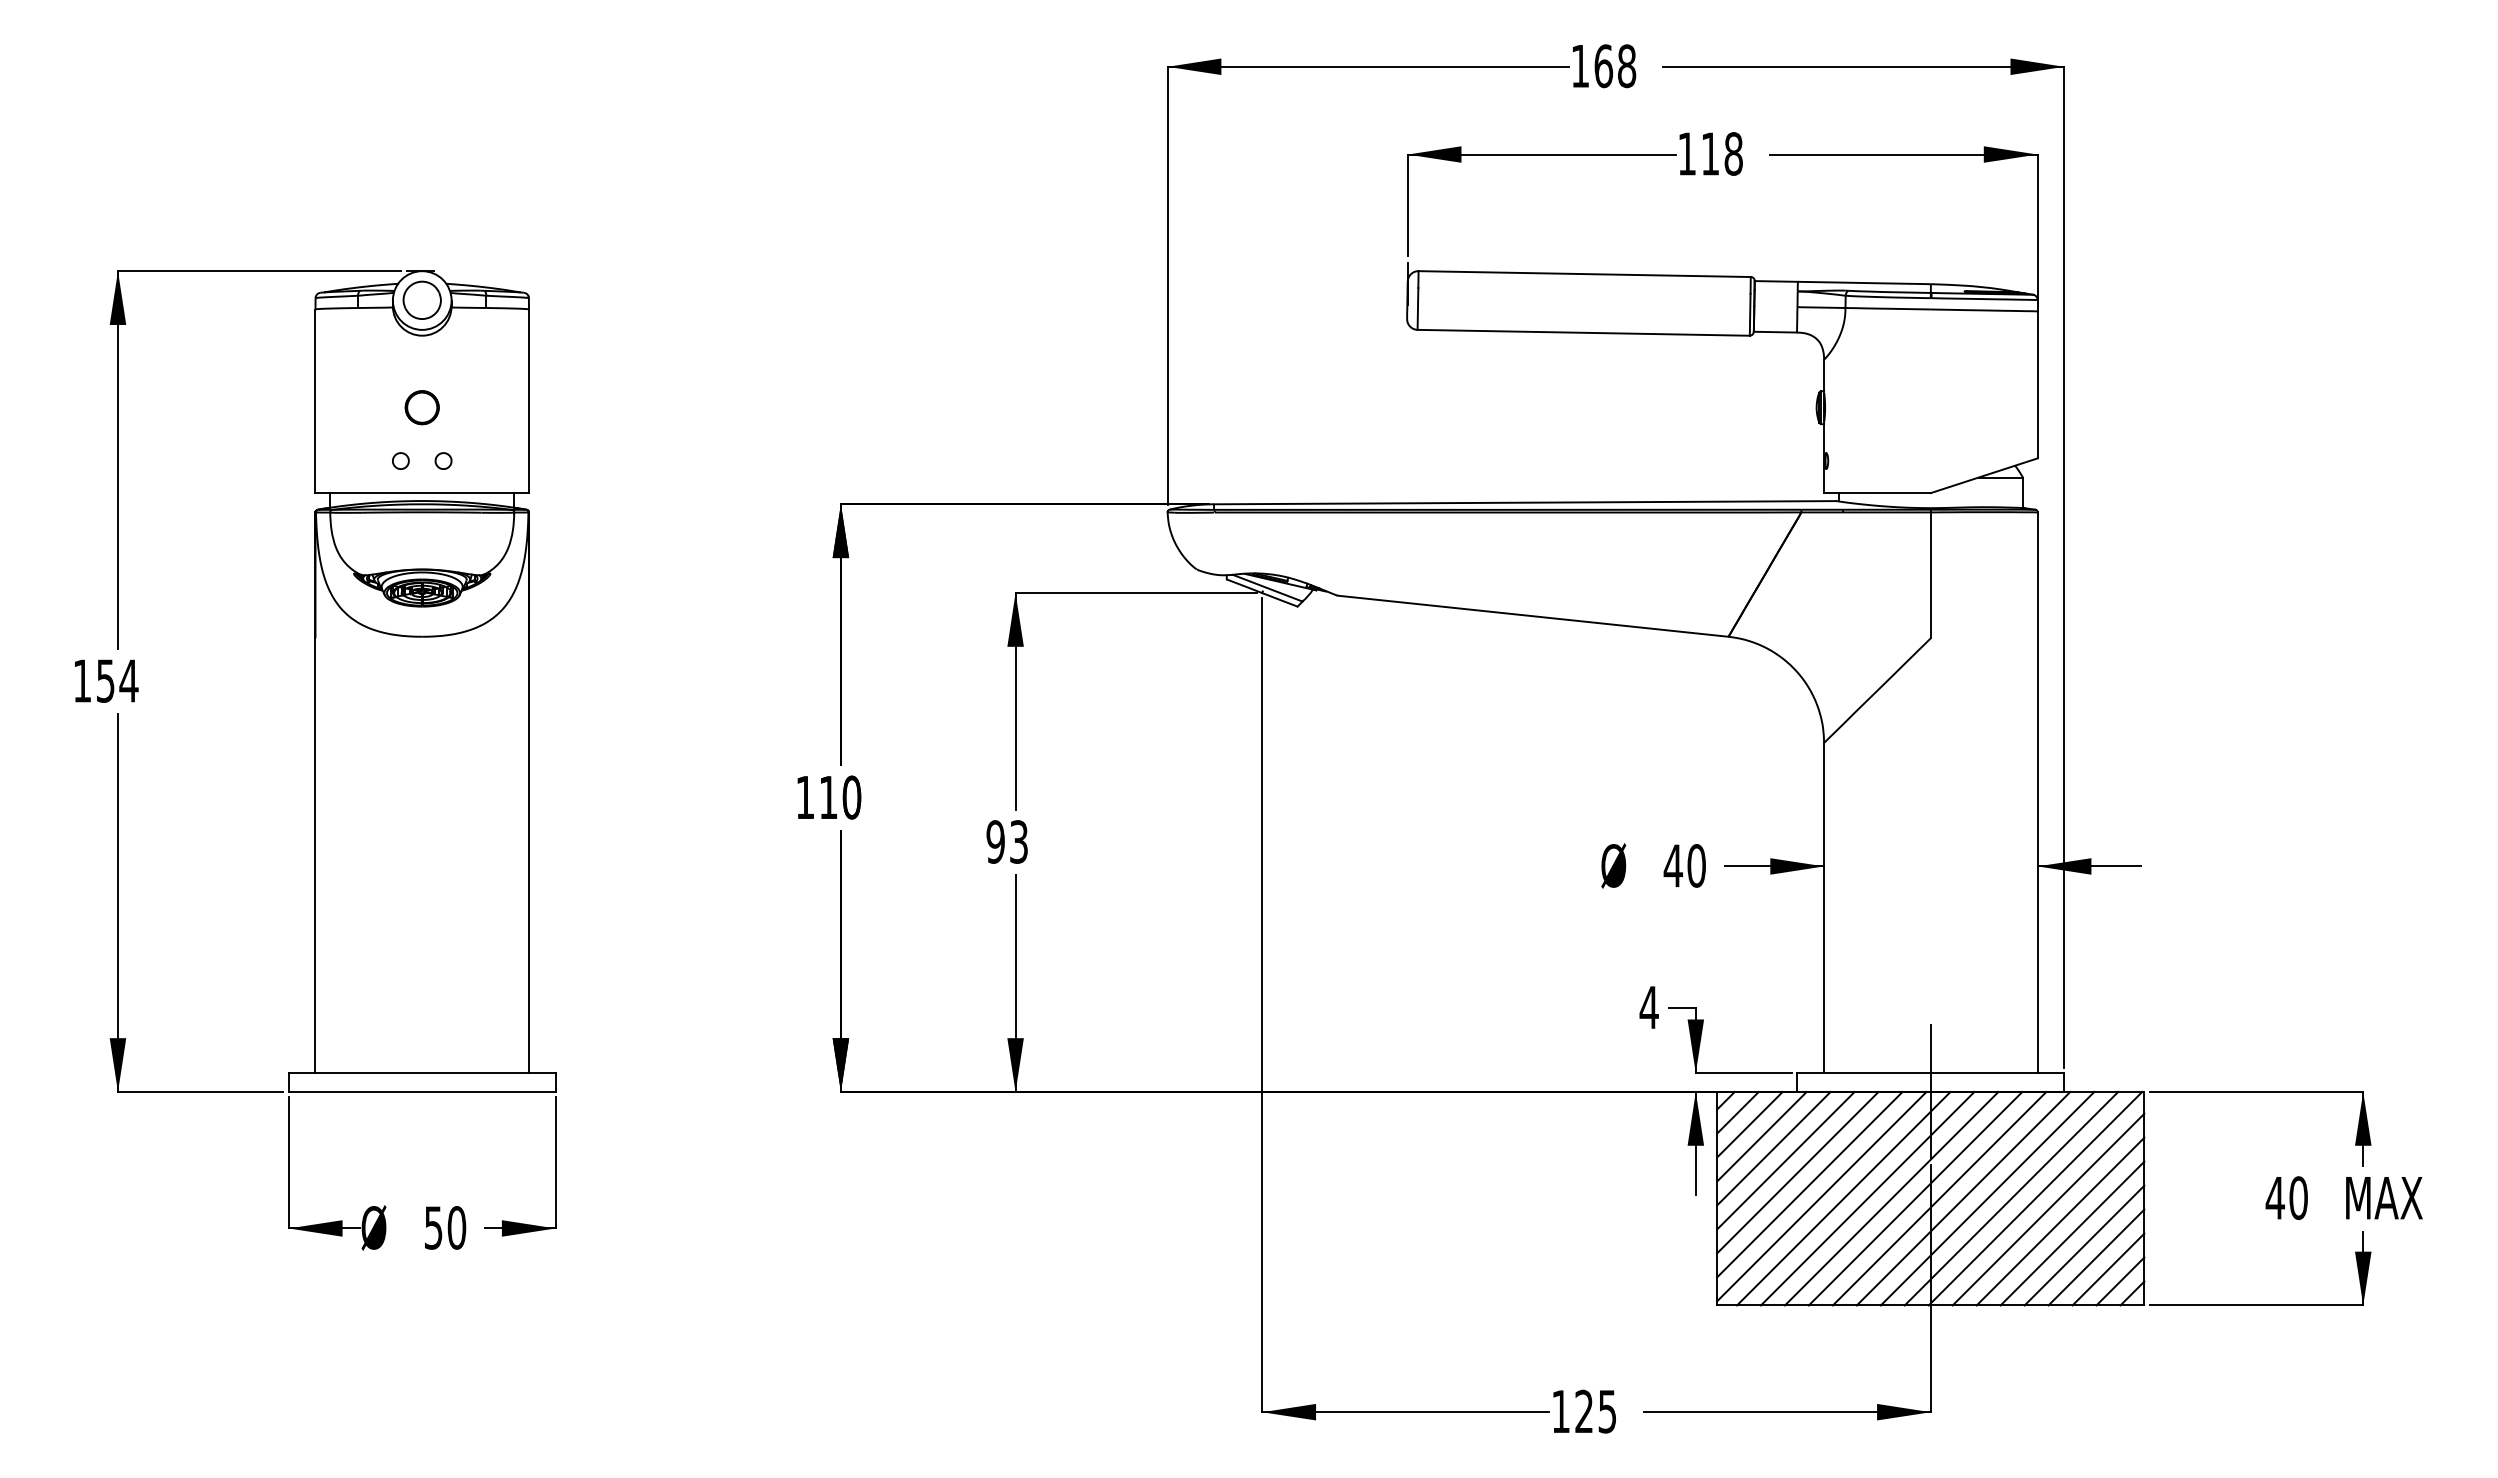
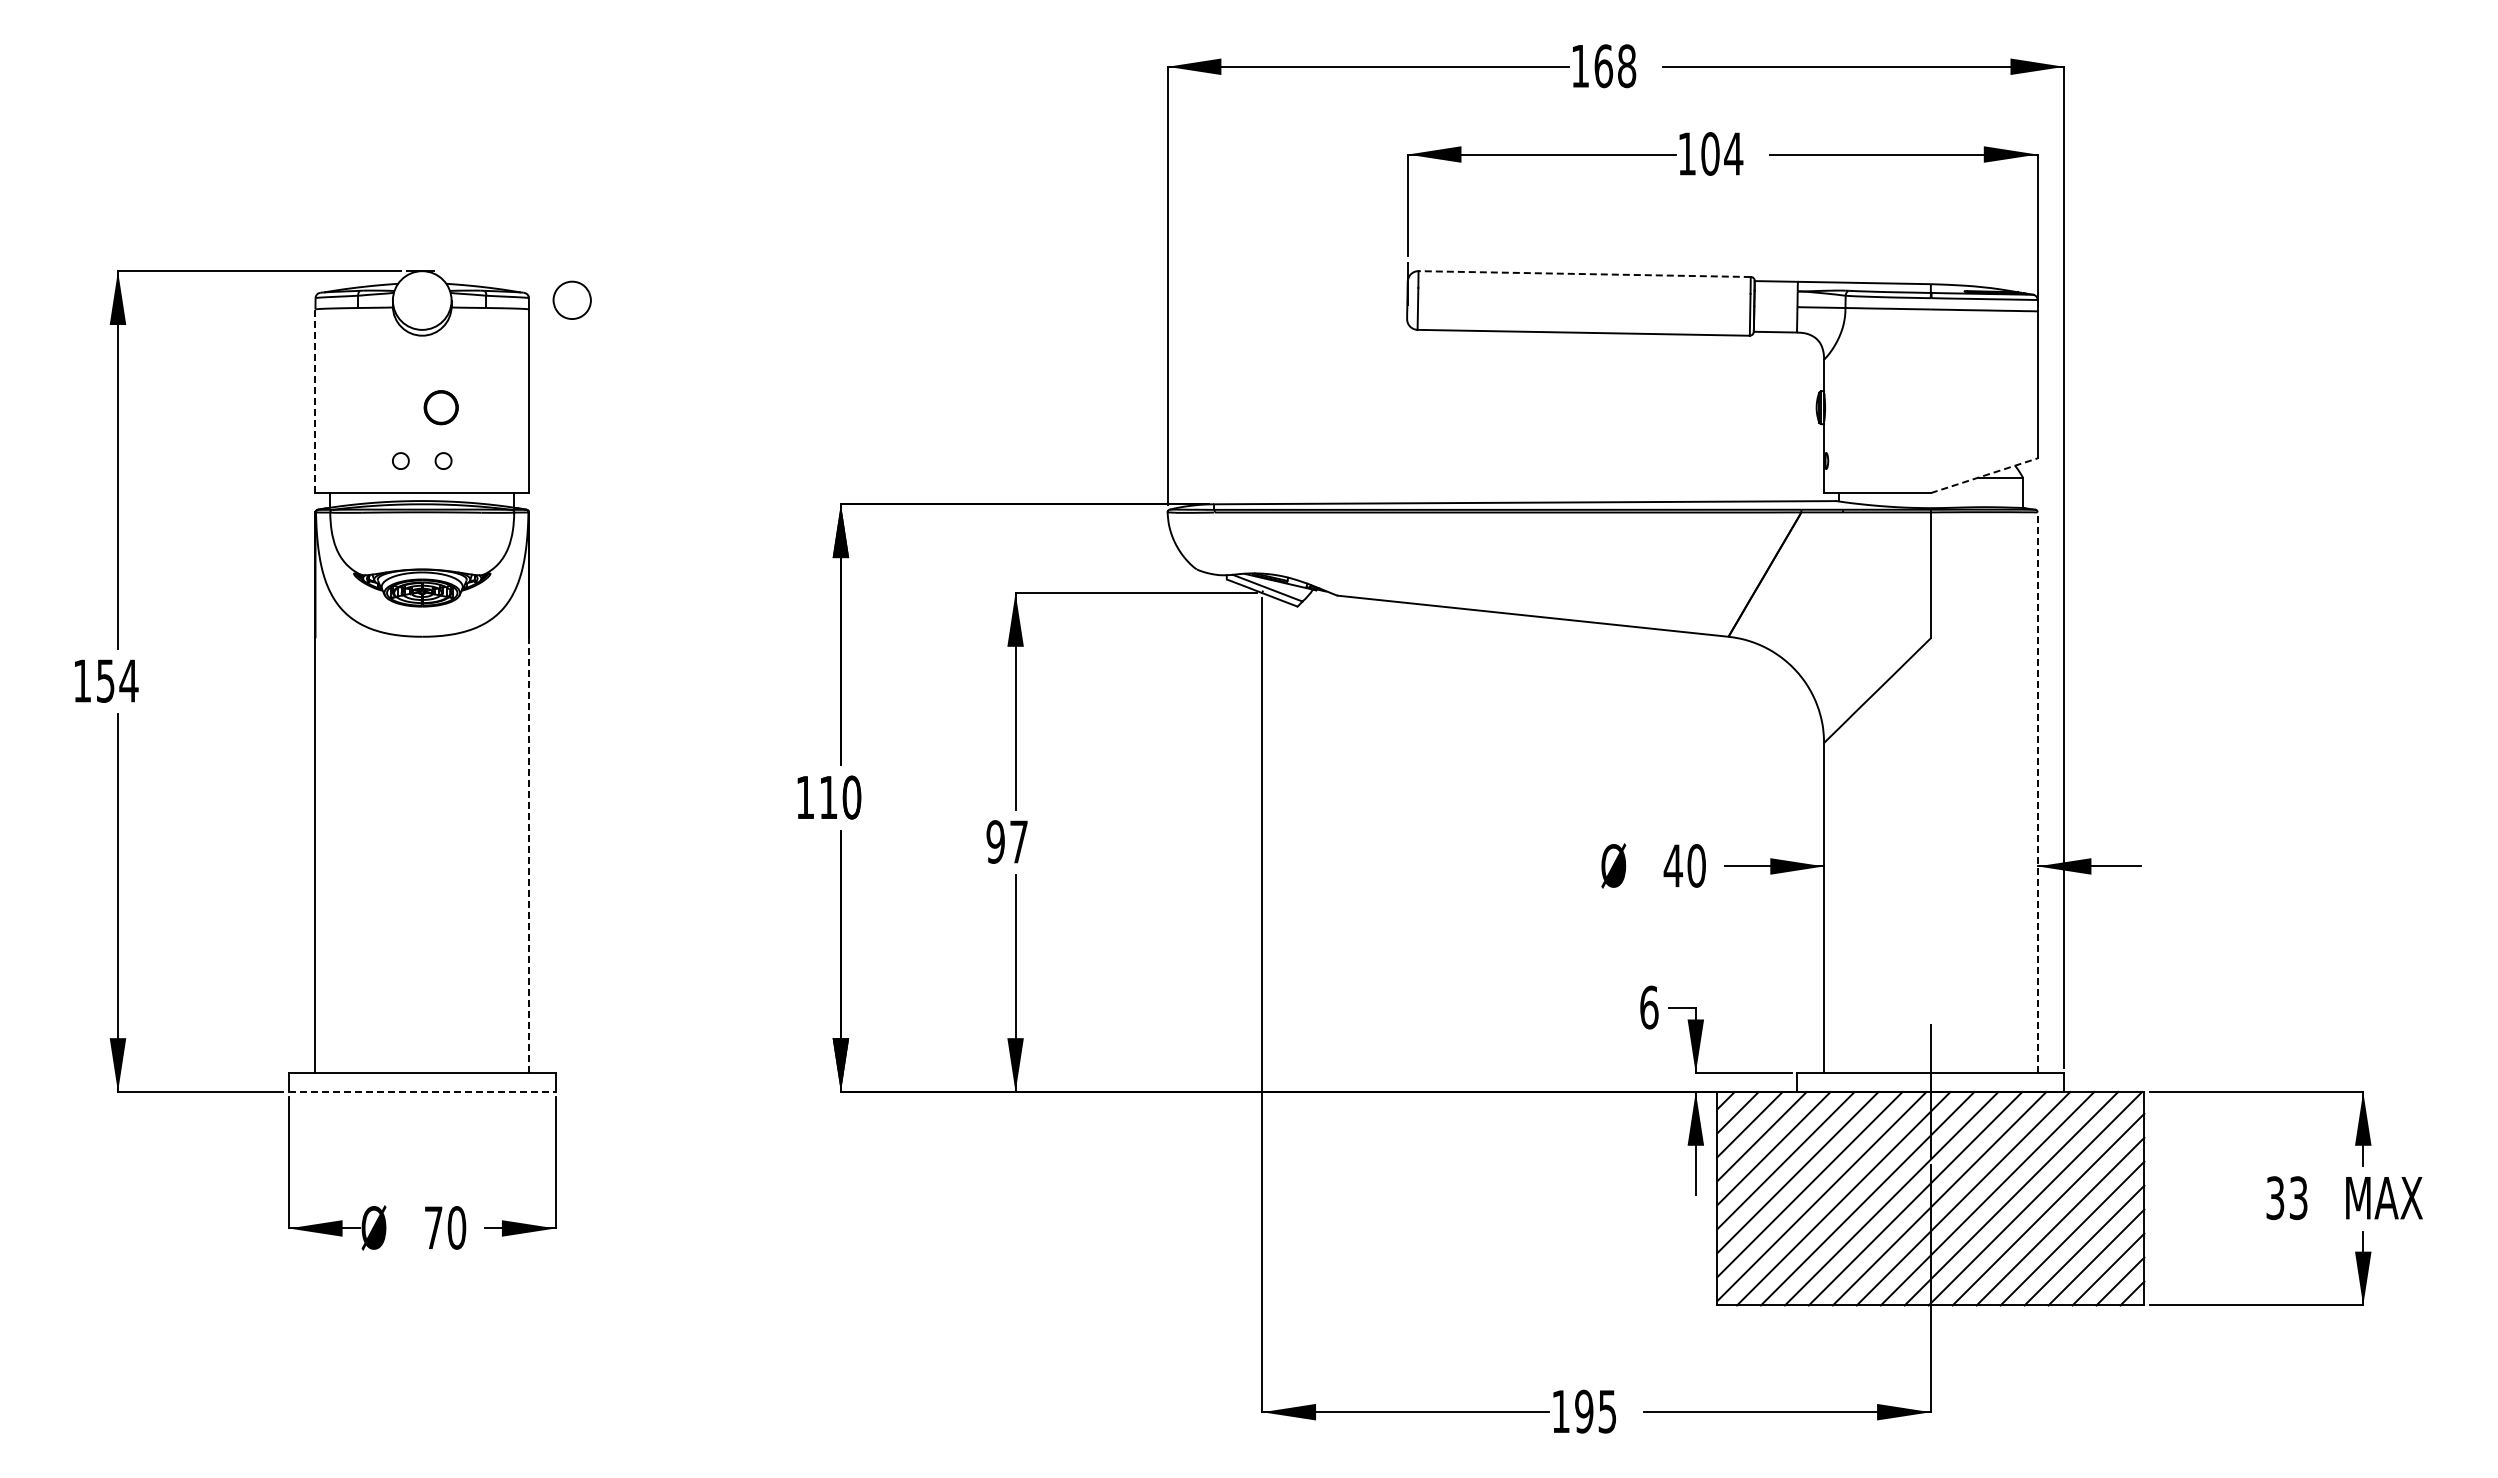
text at (1722, 153): 118 -> 104
line at (1584, 274): solid -> dashed
part at (421, 299) position: (421, 299) -> (571, 299)
line at (315, 401): solid -> dashed
part at (421, 407) position: (421, 407) -> (440, 407)
line at (1984, 475): solid -> dashed
line at (2037, 792): solid -> dashed
text at (1018, 841): 93 -> 97
line at (529, 855): solid -> dashed
text at (1648, 1007): 4 -> 6
line at (422, 1091): solid -> dashed
text at (2286, 1198): 40 -> 33
text at (433, 1227): 50 -> 70
text at (1584, 1411): 125 -> 195
